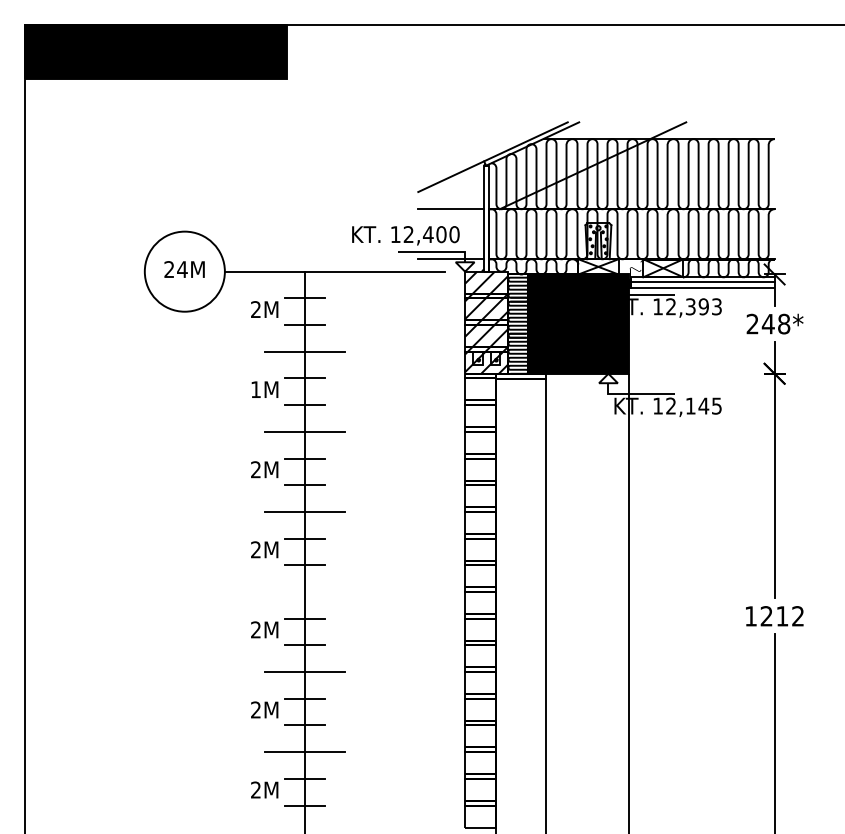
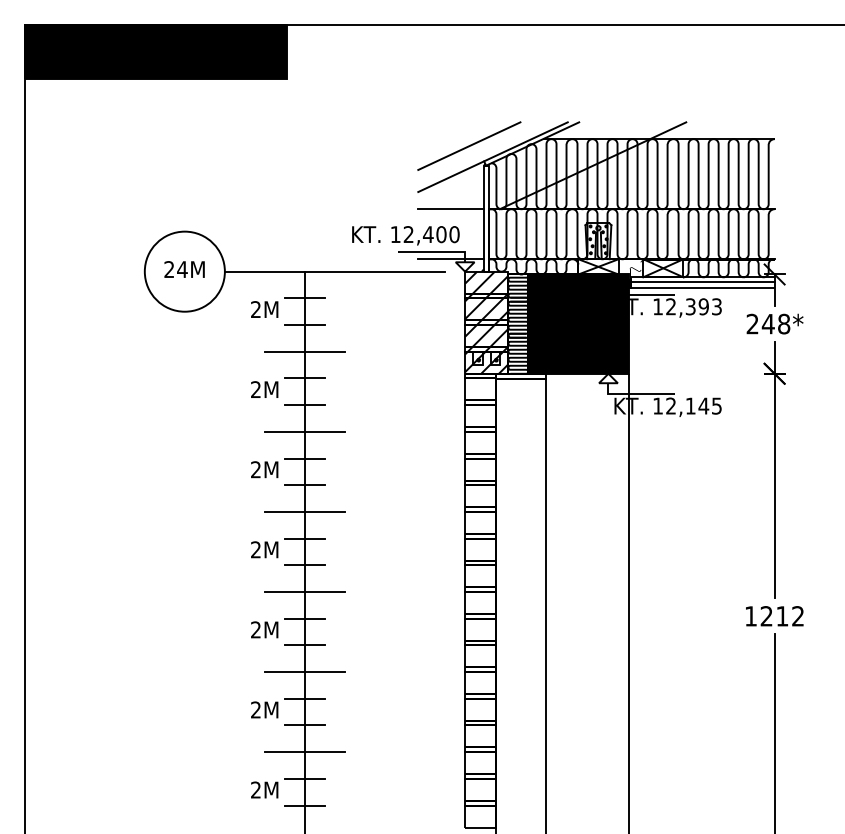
line at (469, 145): none -> present
text at (255, 389): 1M -> 2M
line at (304, 592): none -> present
